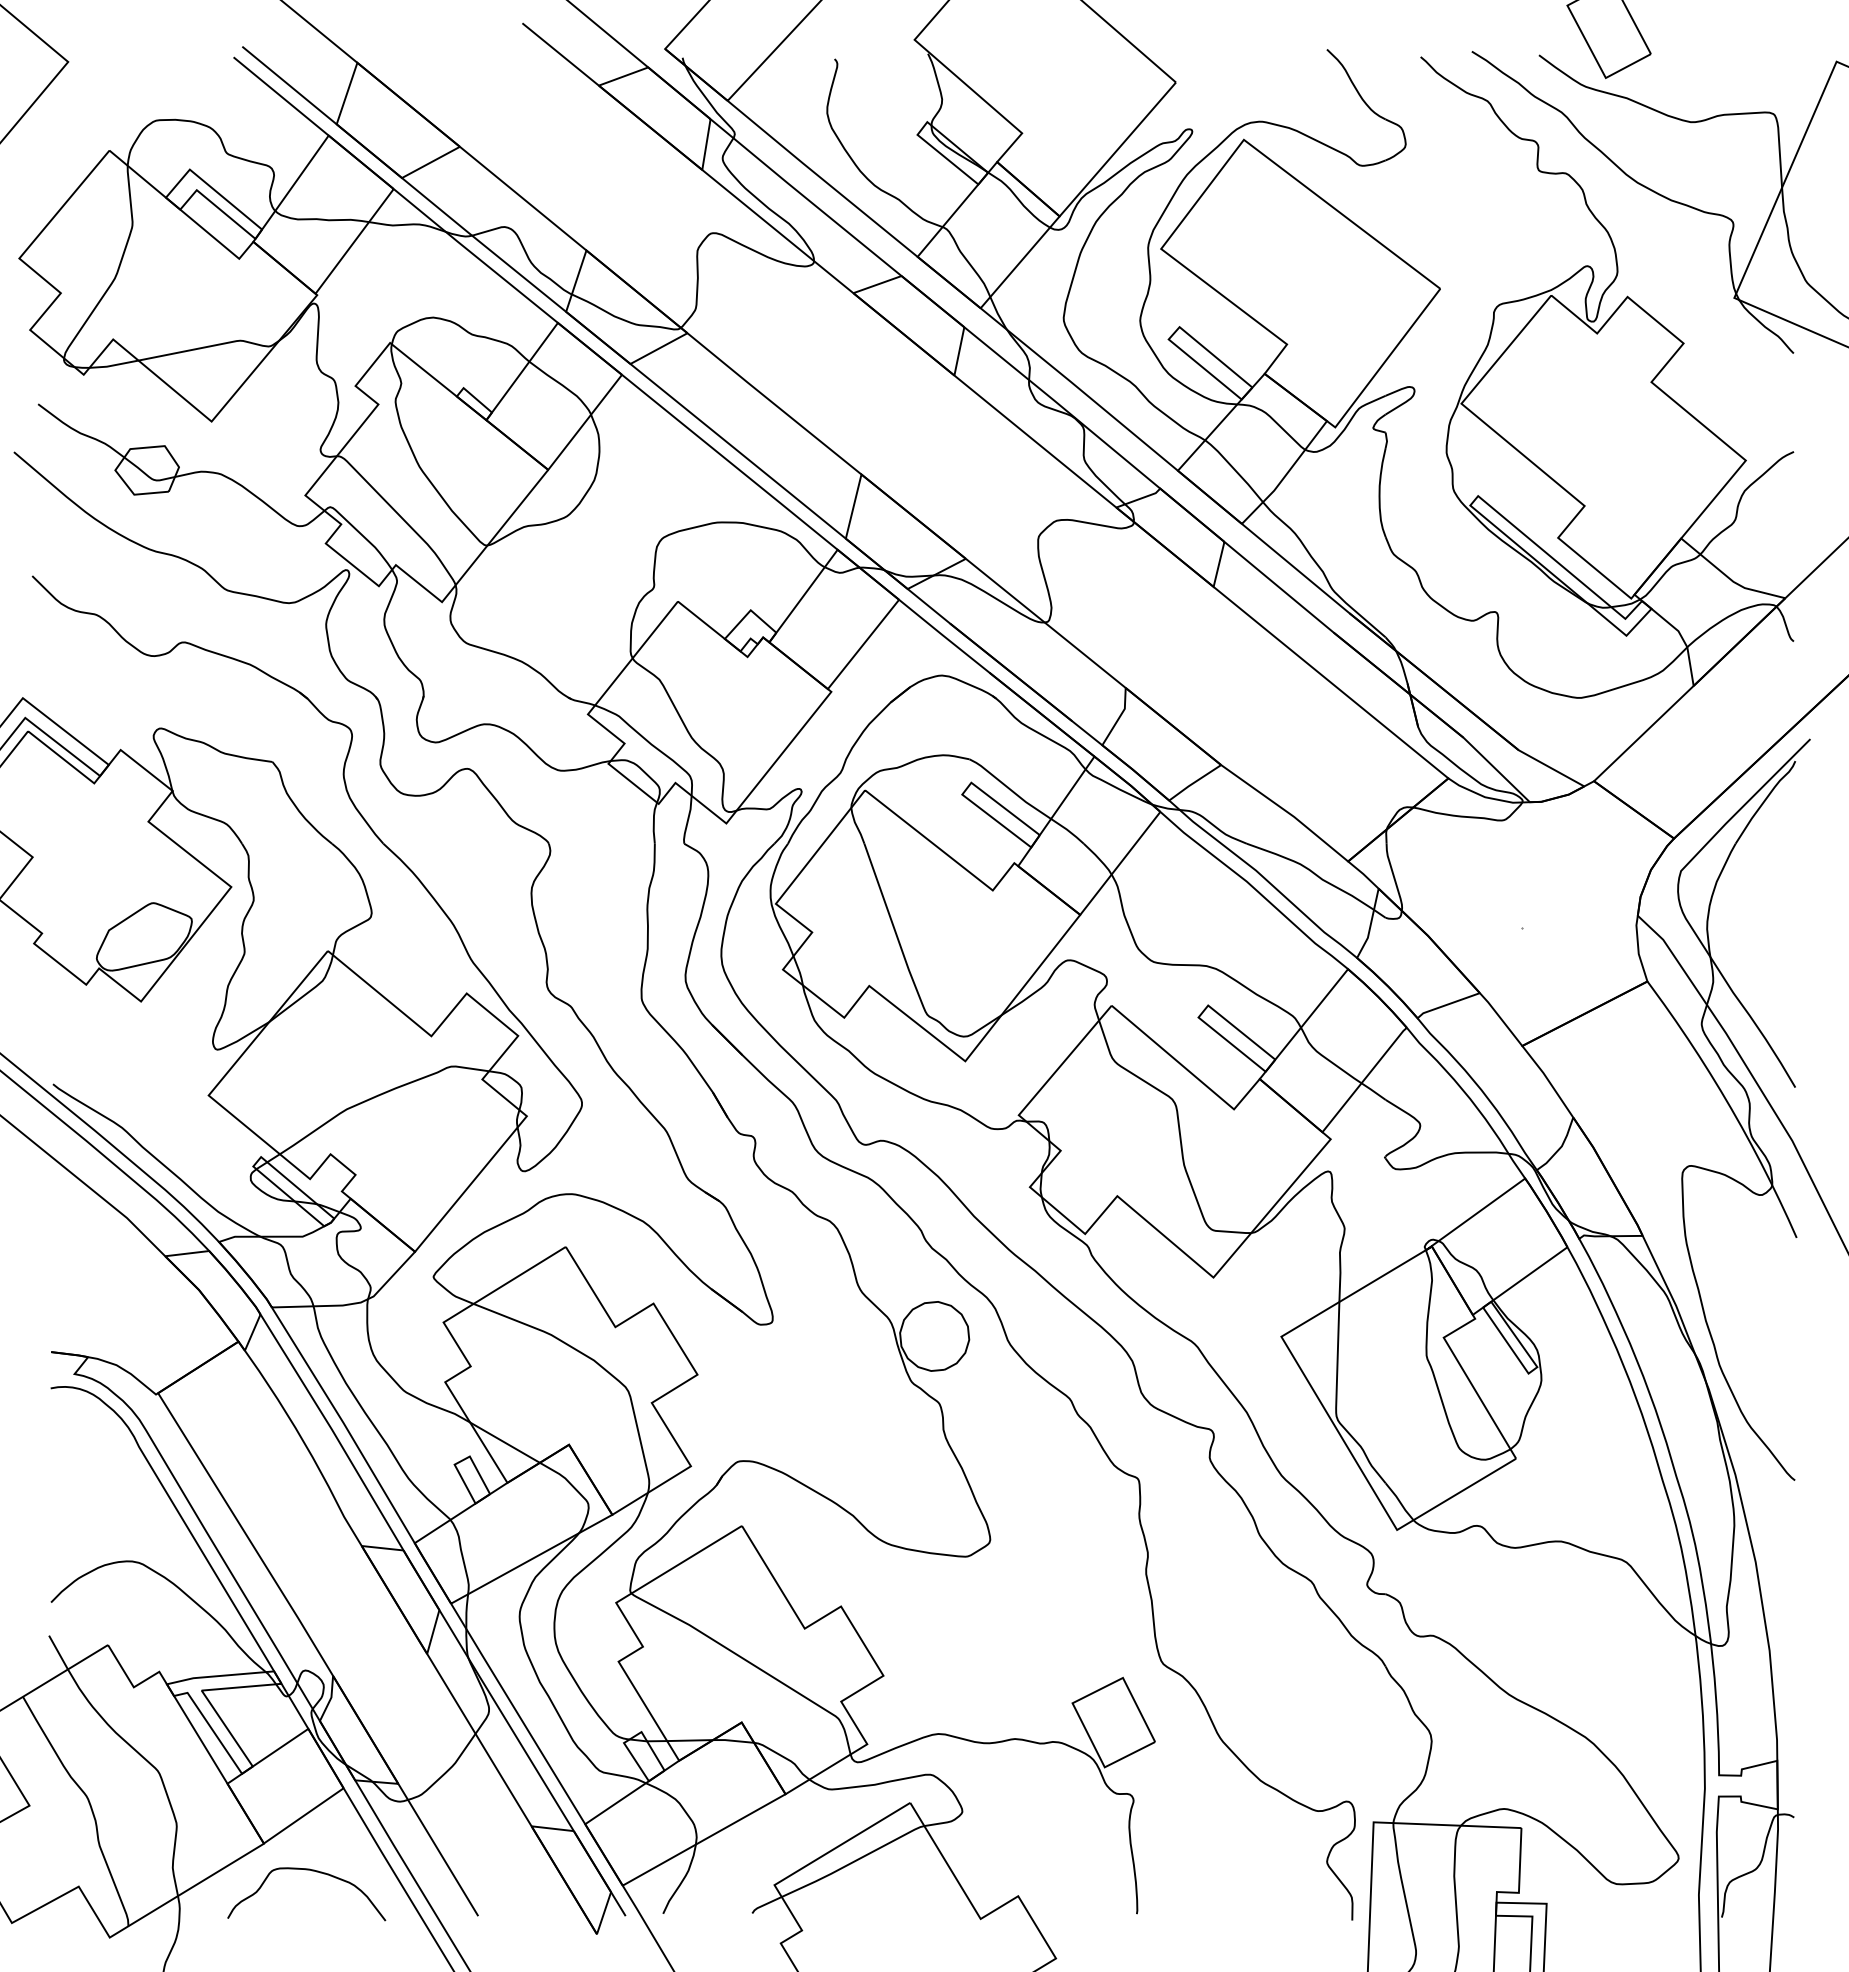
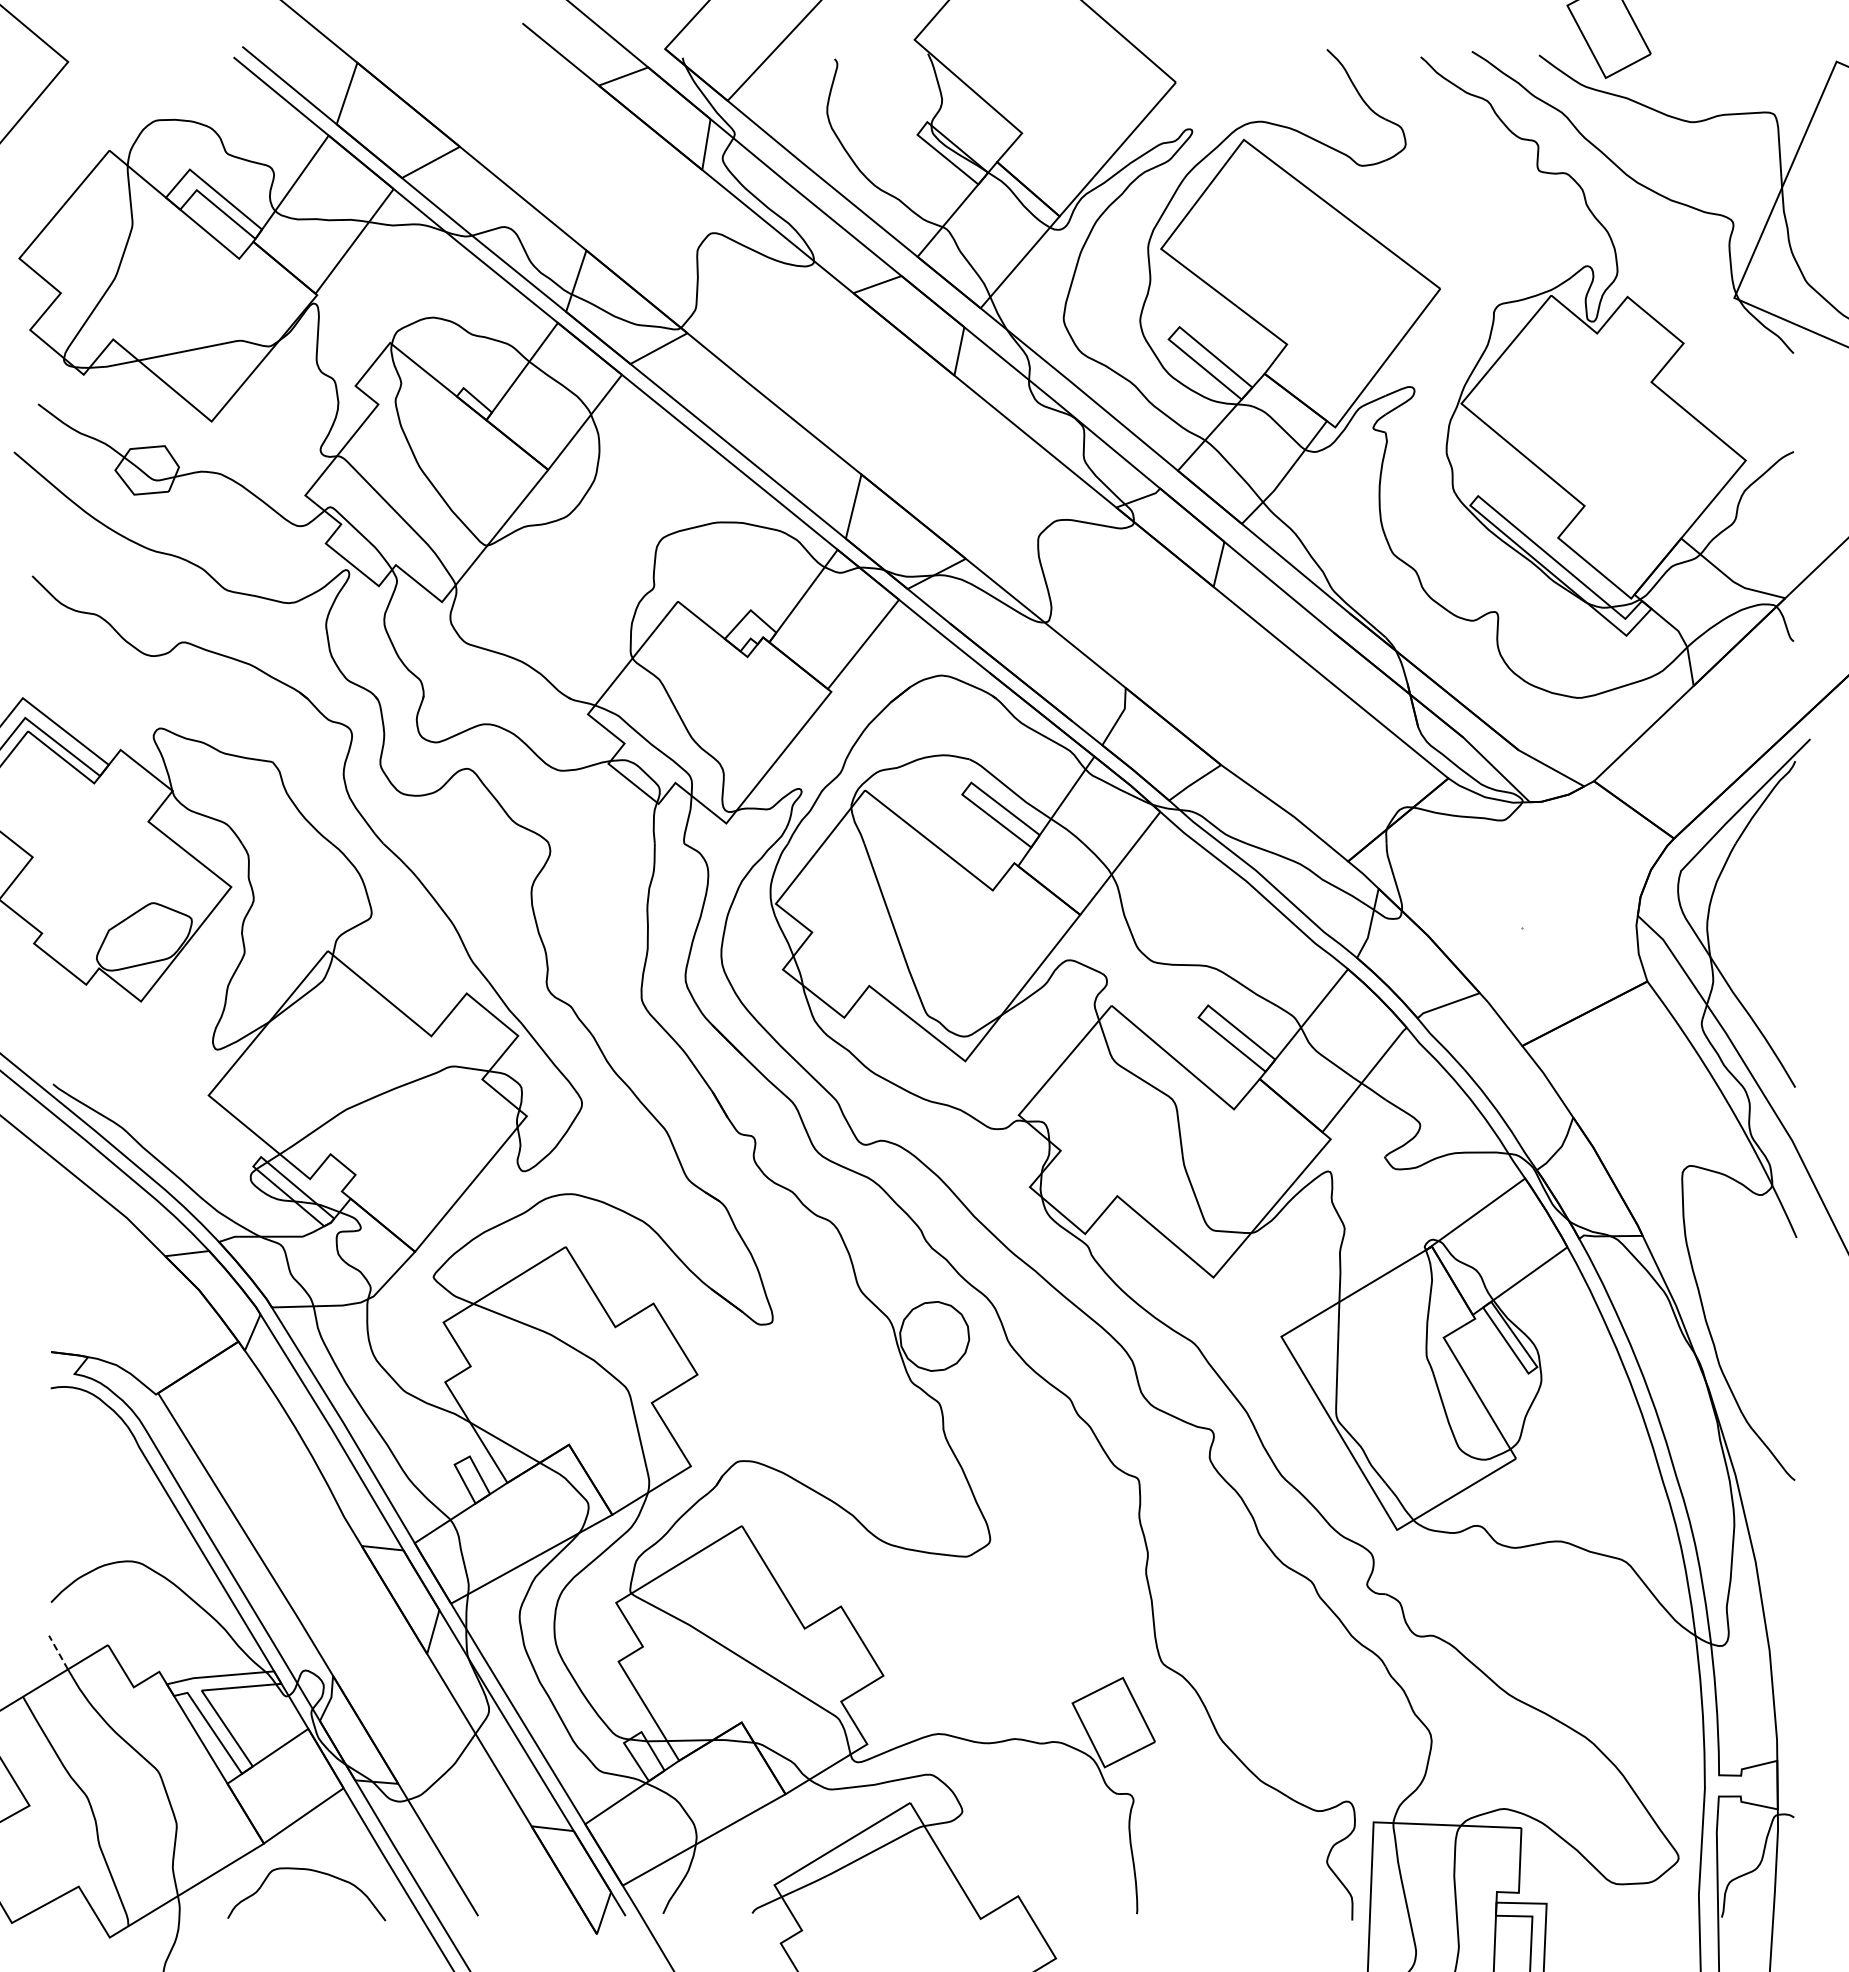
line at (58, 1652): solid -> dashed
